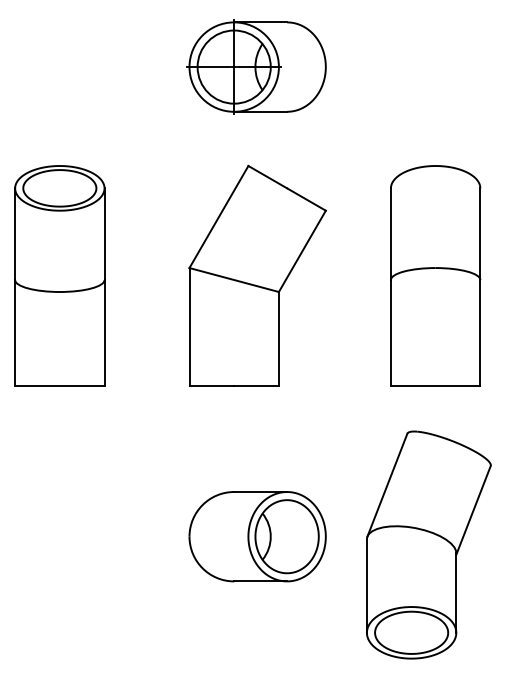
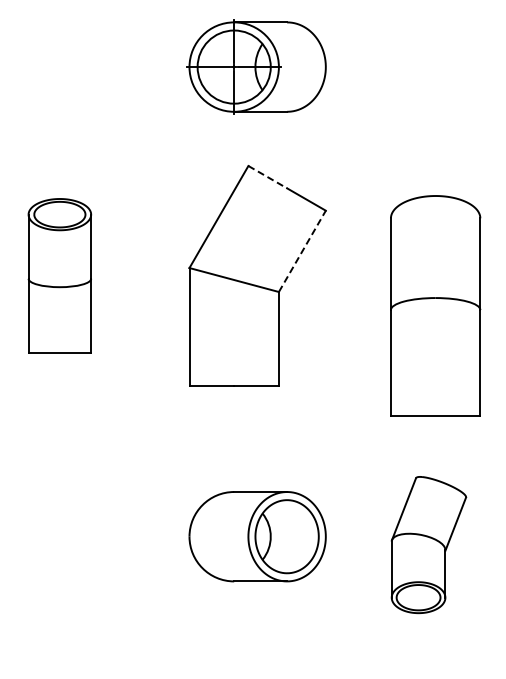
line at (268, 177): solid -> dashed
line at (302, 251): solid -> dashed
part at (59, 275) size: 92x222 px -> 66x156 px
part at (435, 275) position: (435, 275) -> (435, 305)
part at (428, 544) size: 126x230 px -> 78x139 px
